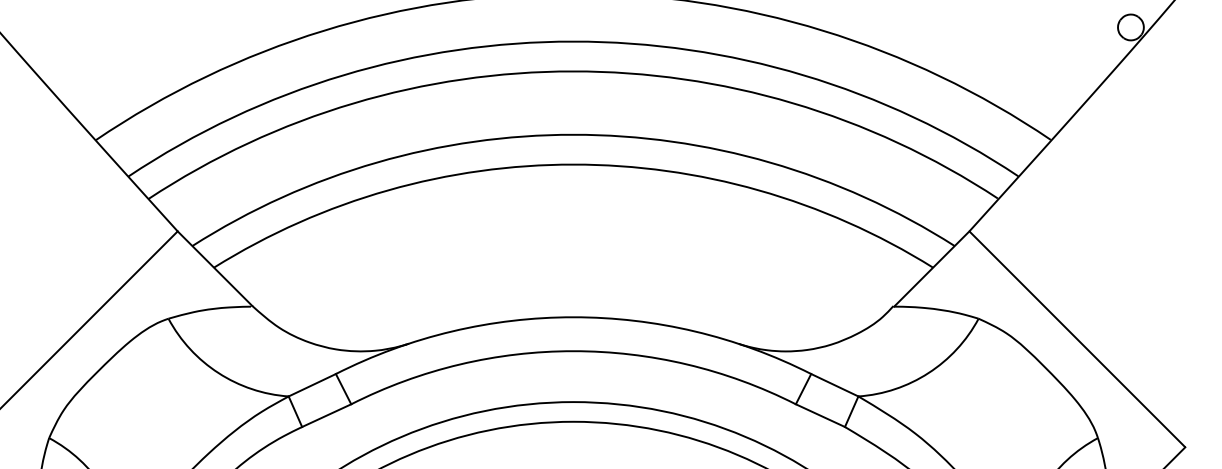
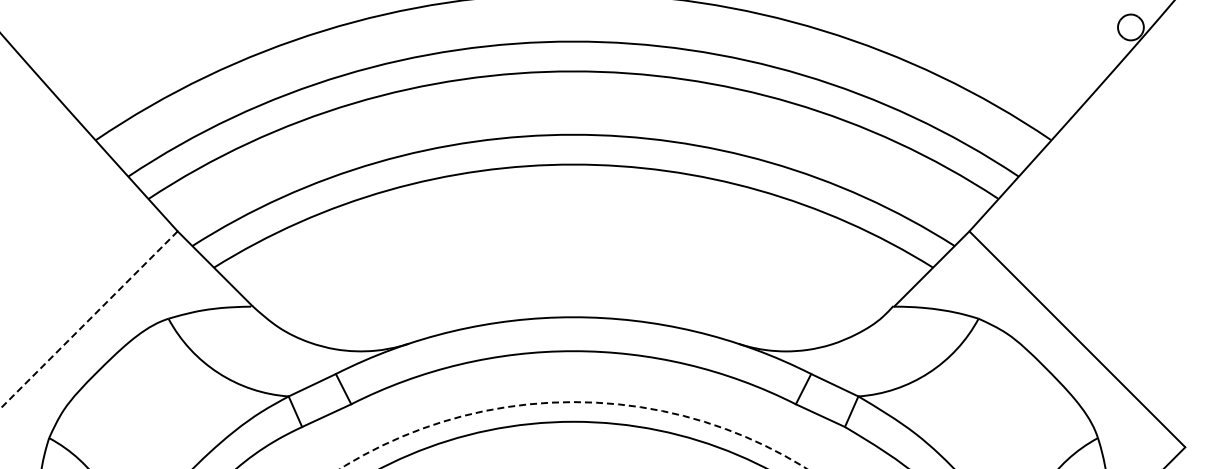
line at (88, 320): solid -> dashed
circle at (573, 435): solid -> dashed
